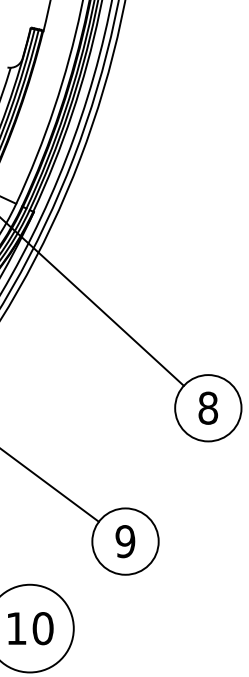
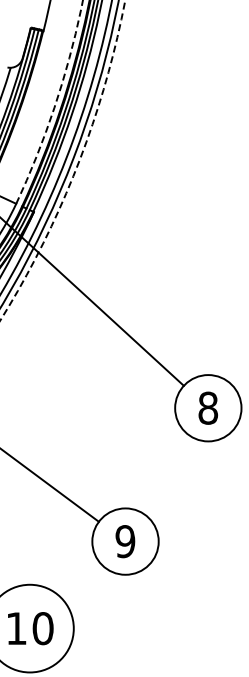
arc at (55, 104): solid -> dashed
arc at (77, 165): solid -> dashed
